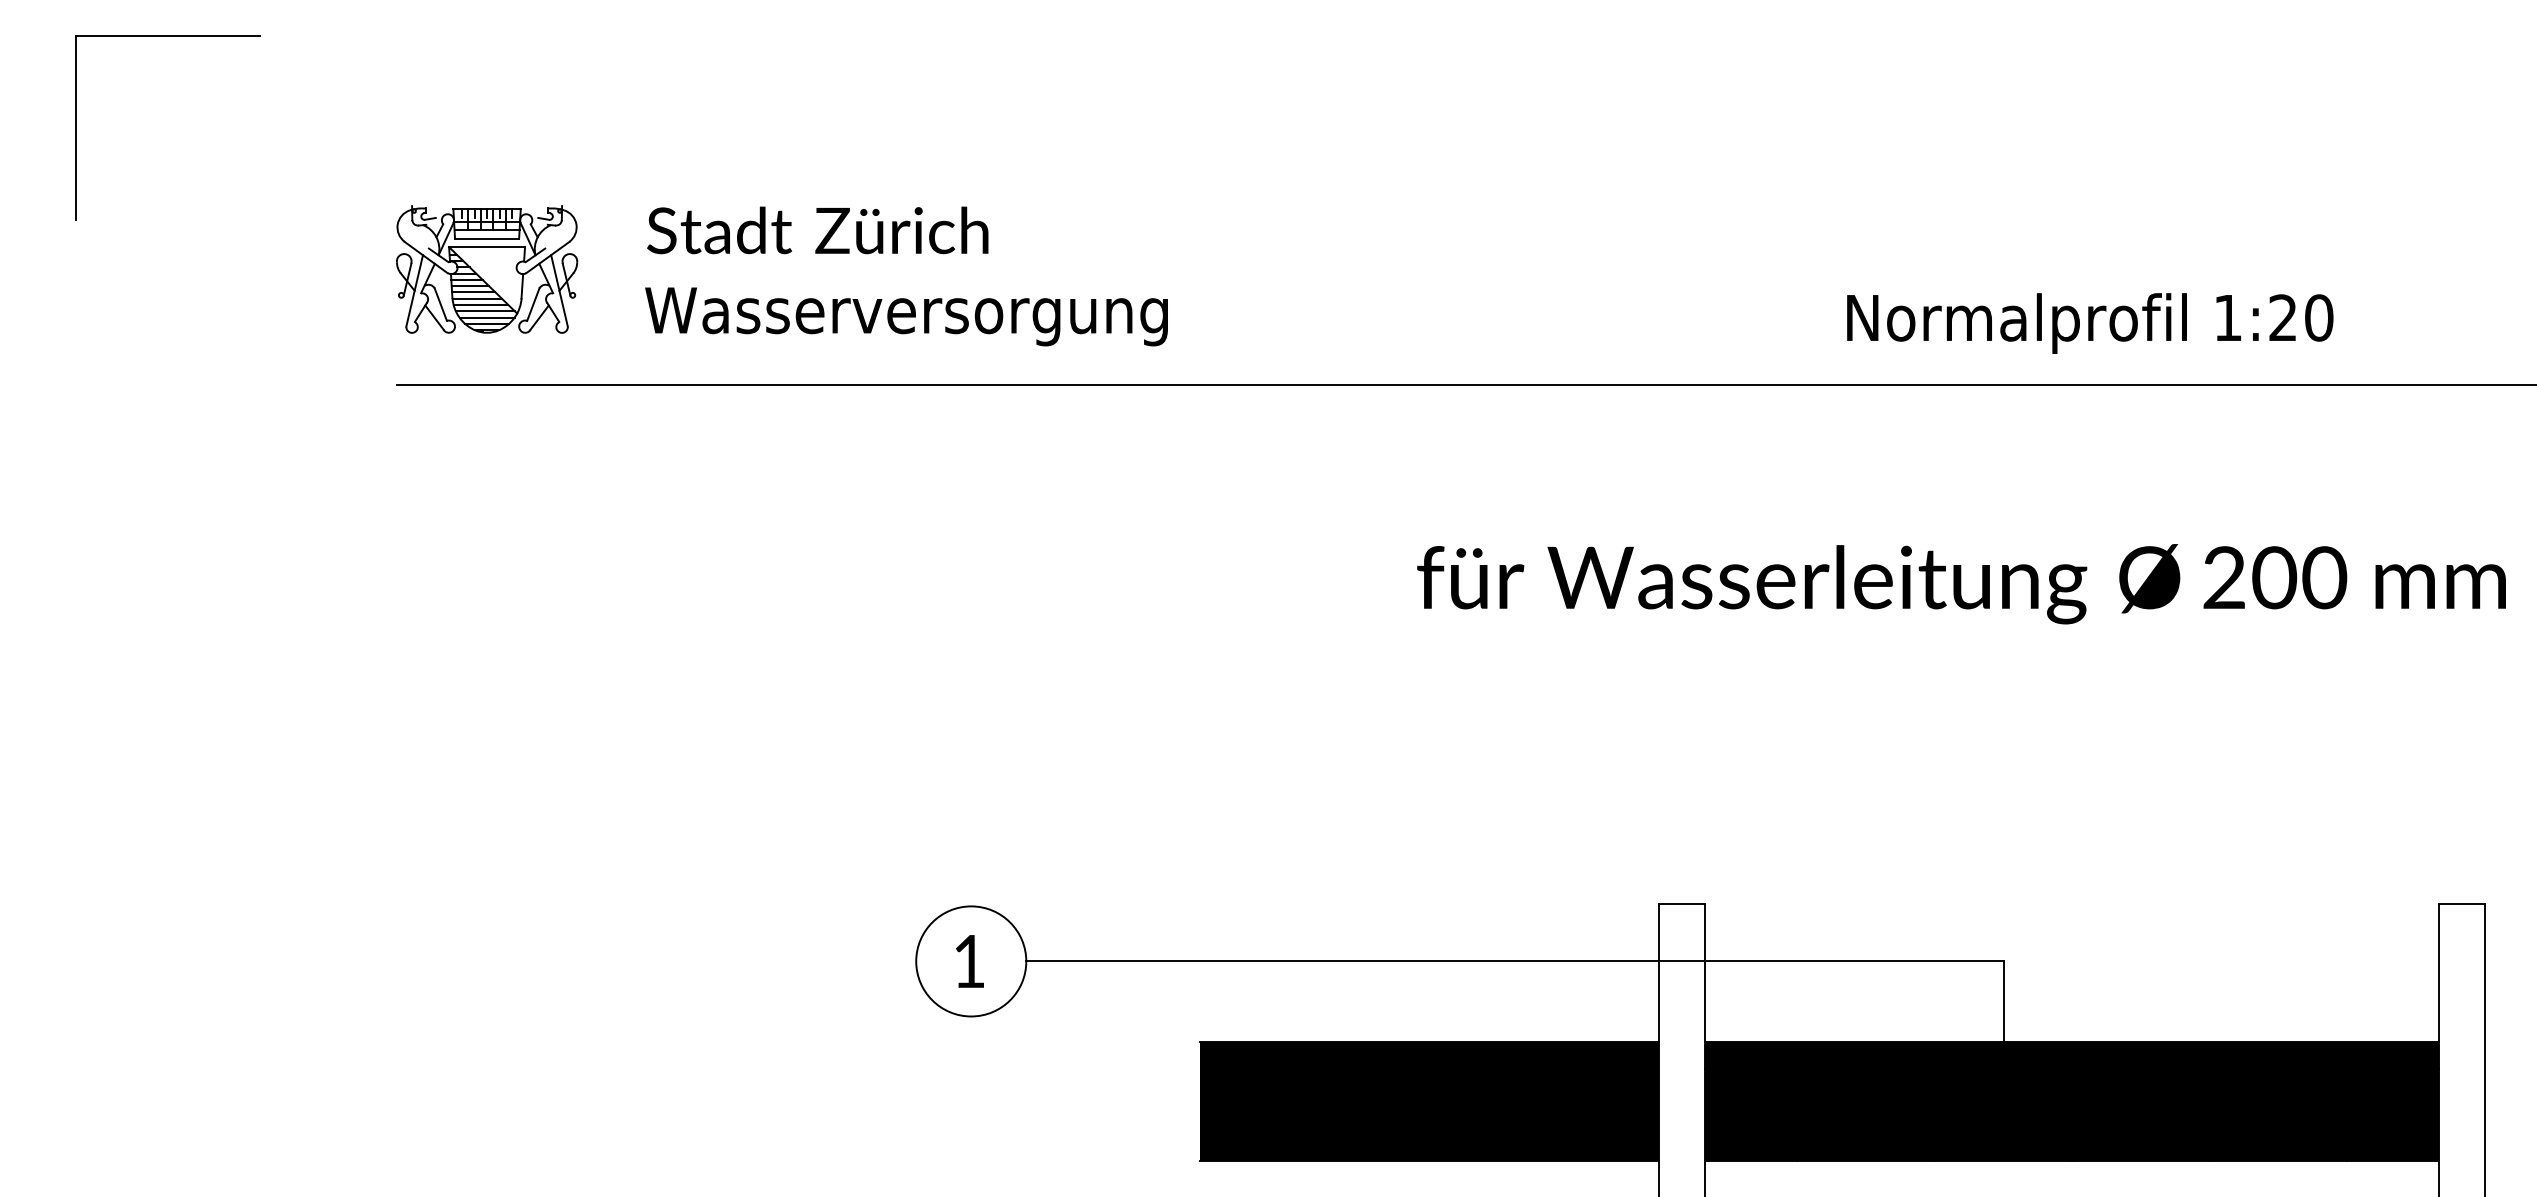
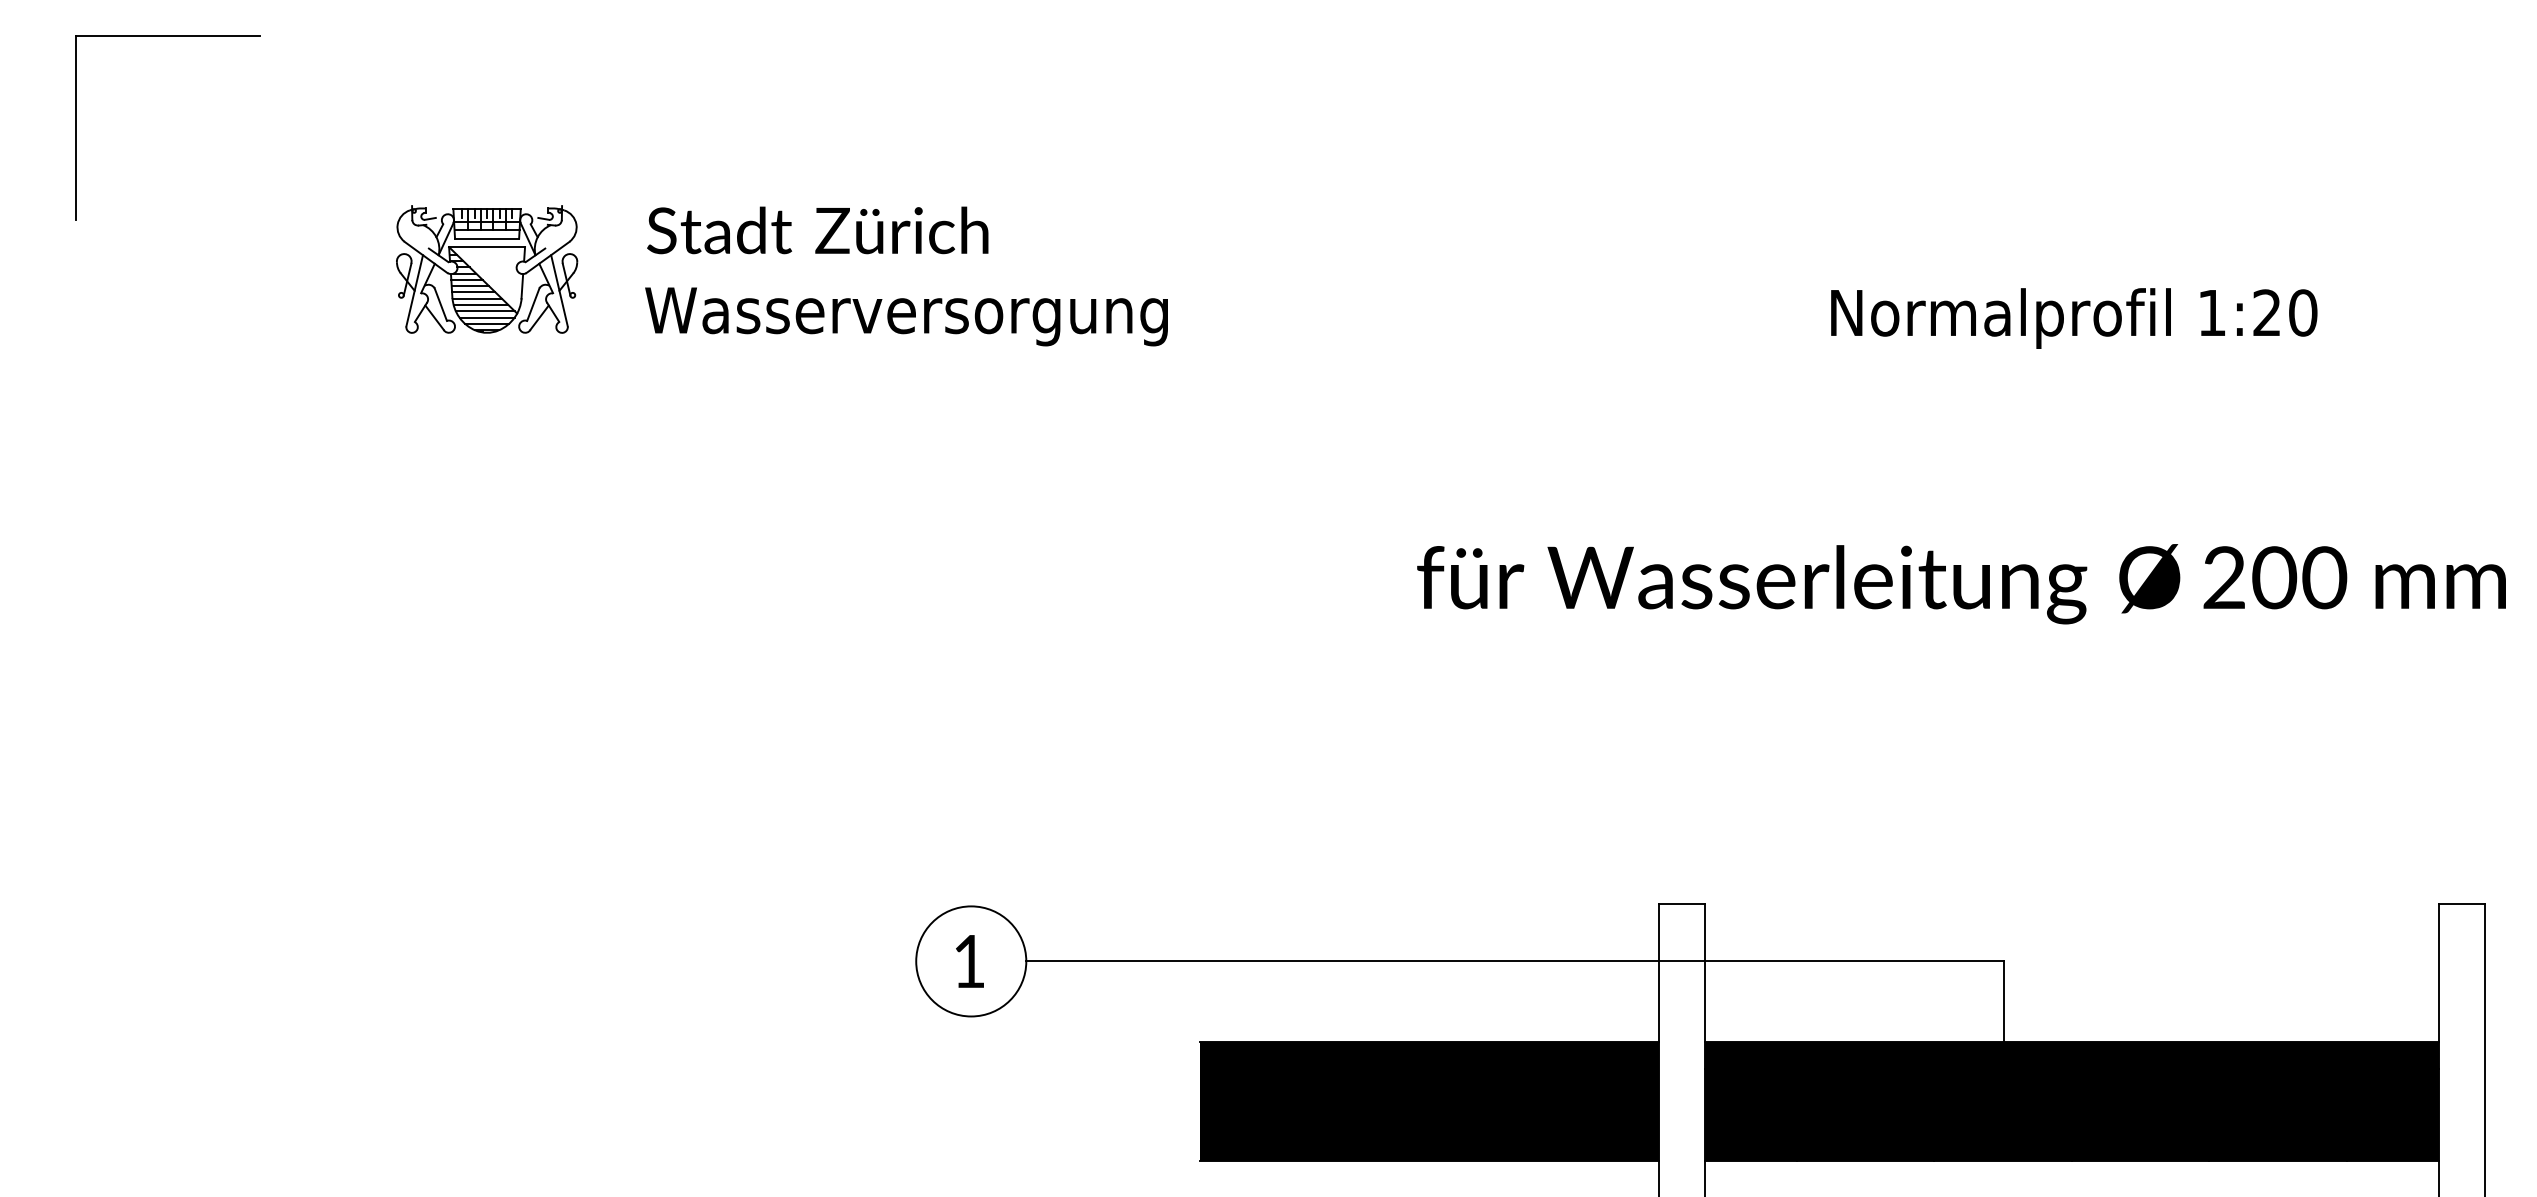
text at (2090, 323) position: (2090, 323) -> (2074, 318)
line at (1465, 384): present -> none
